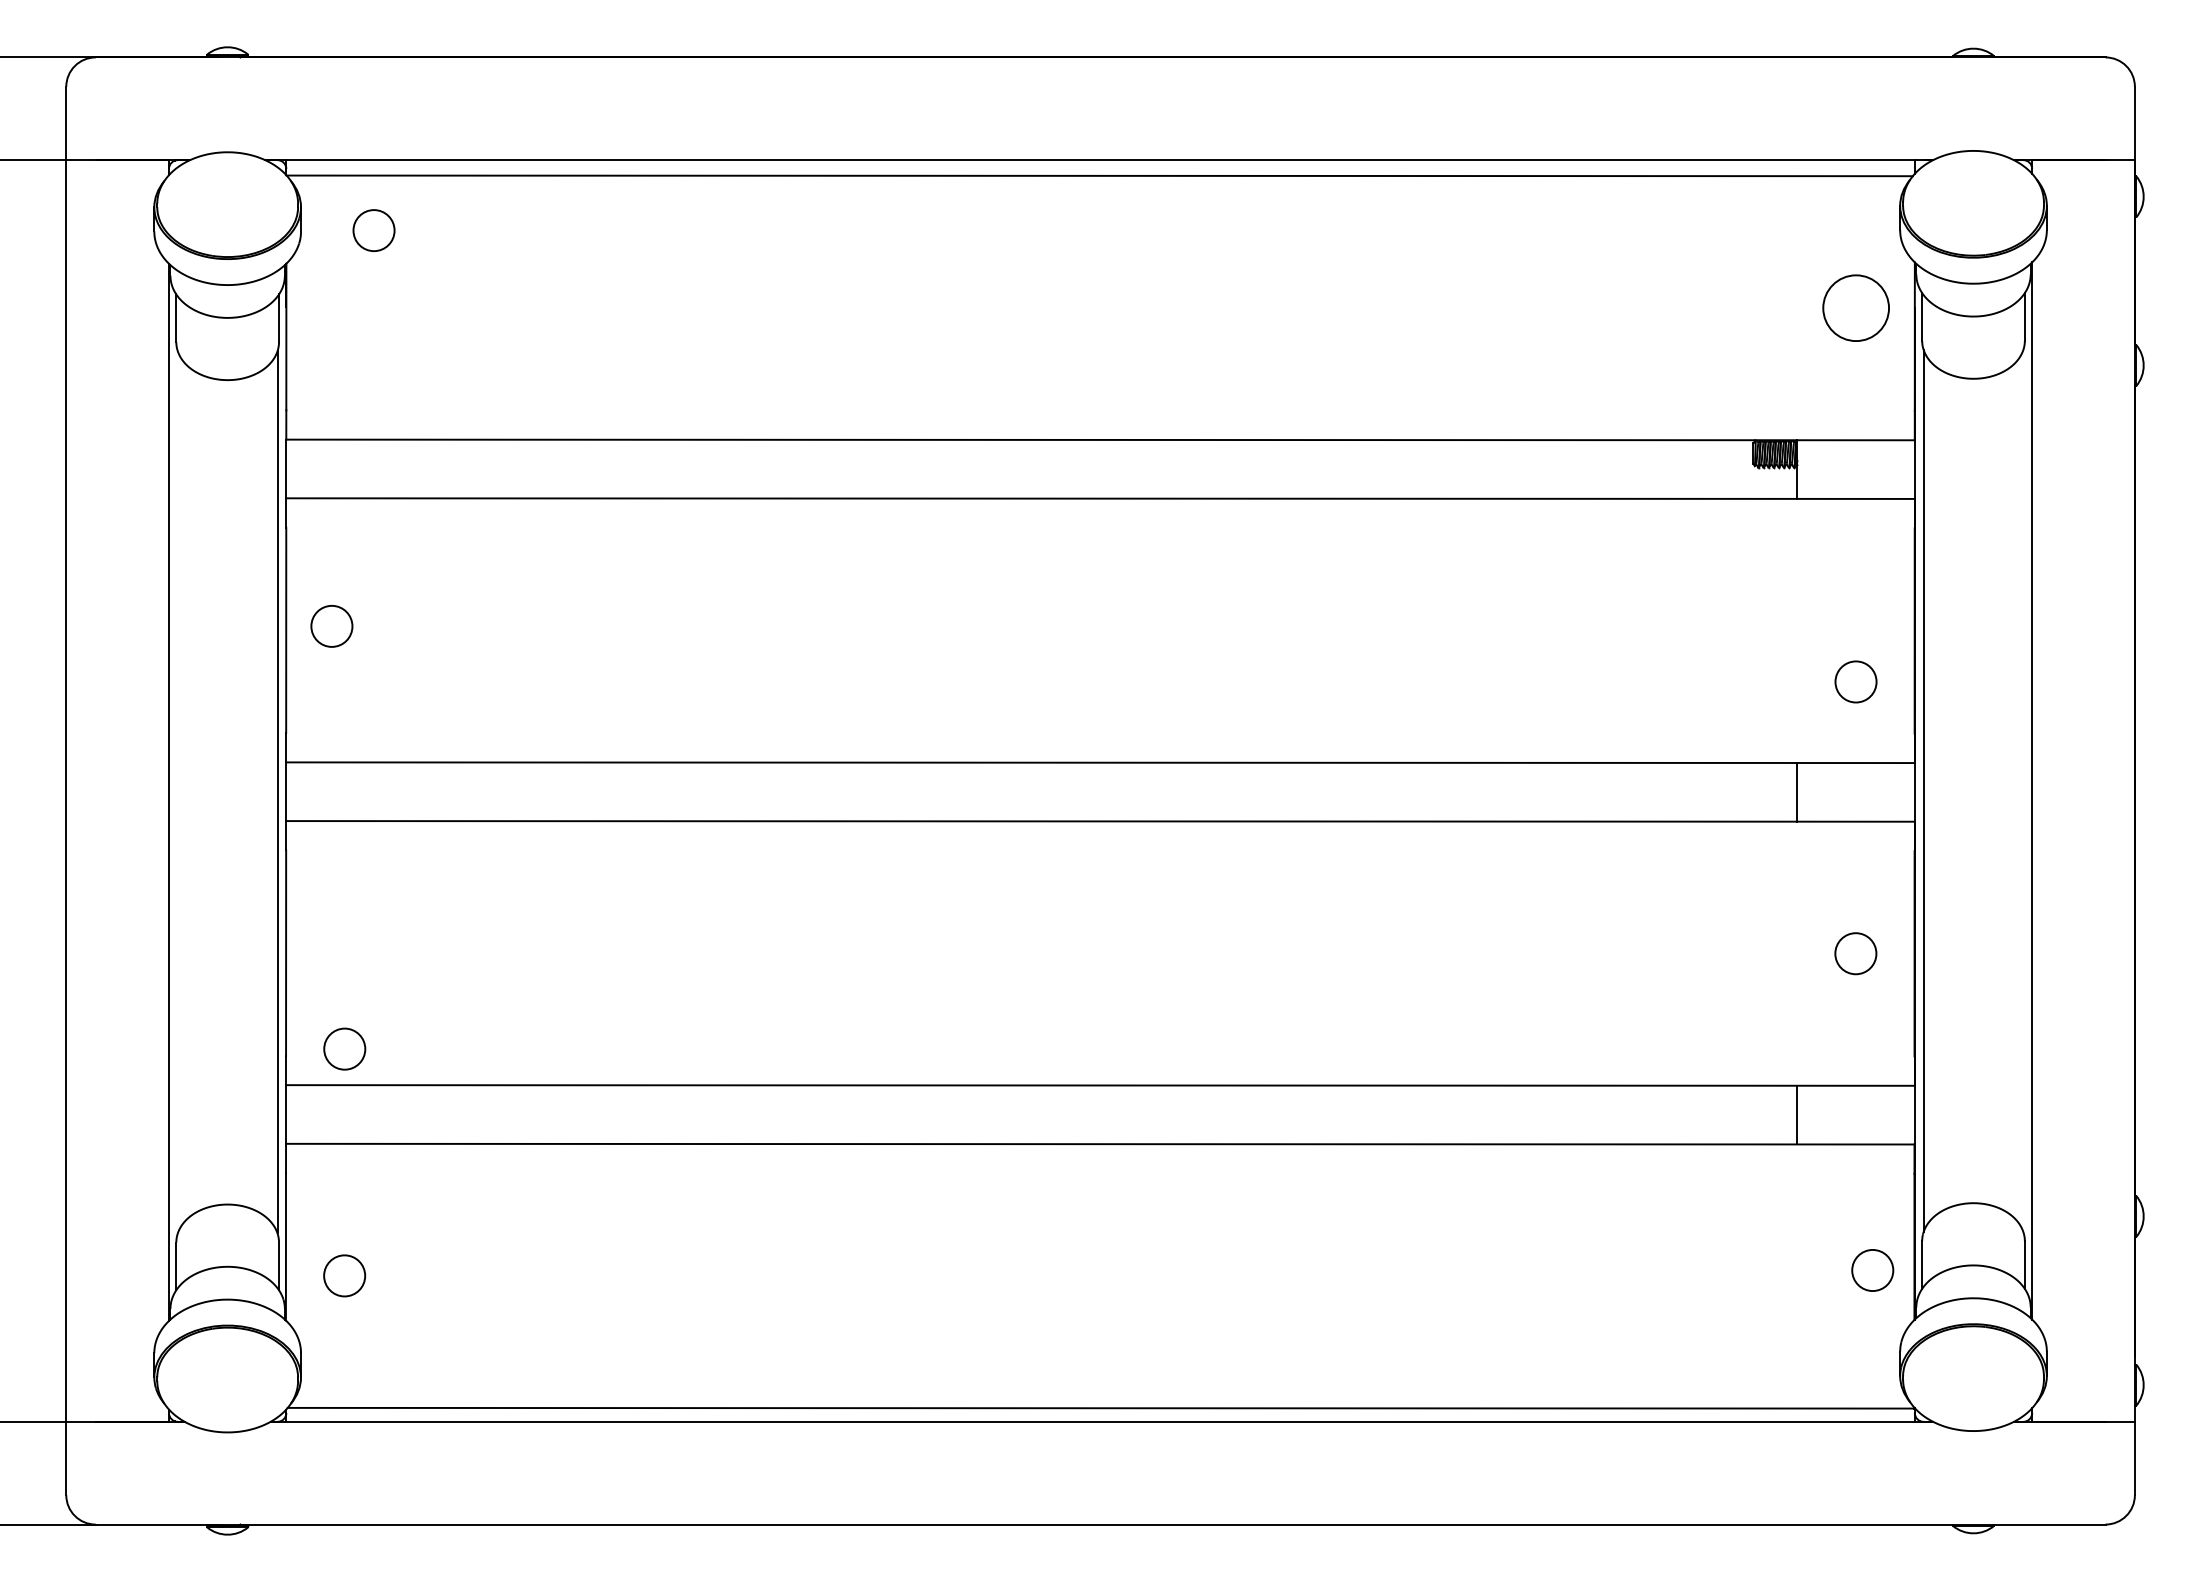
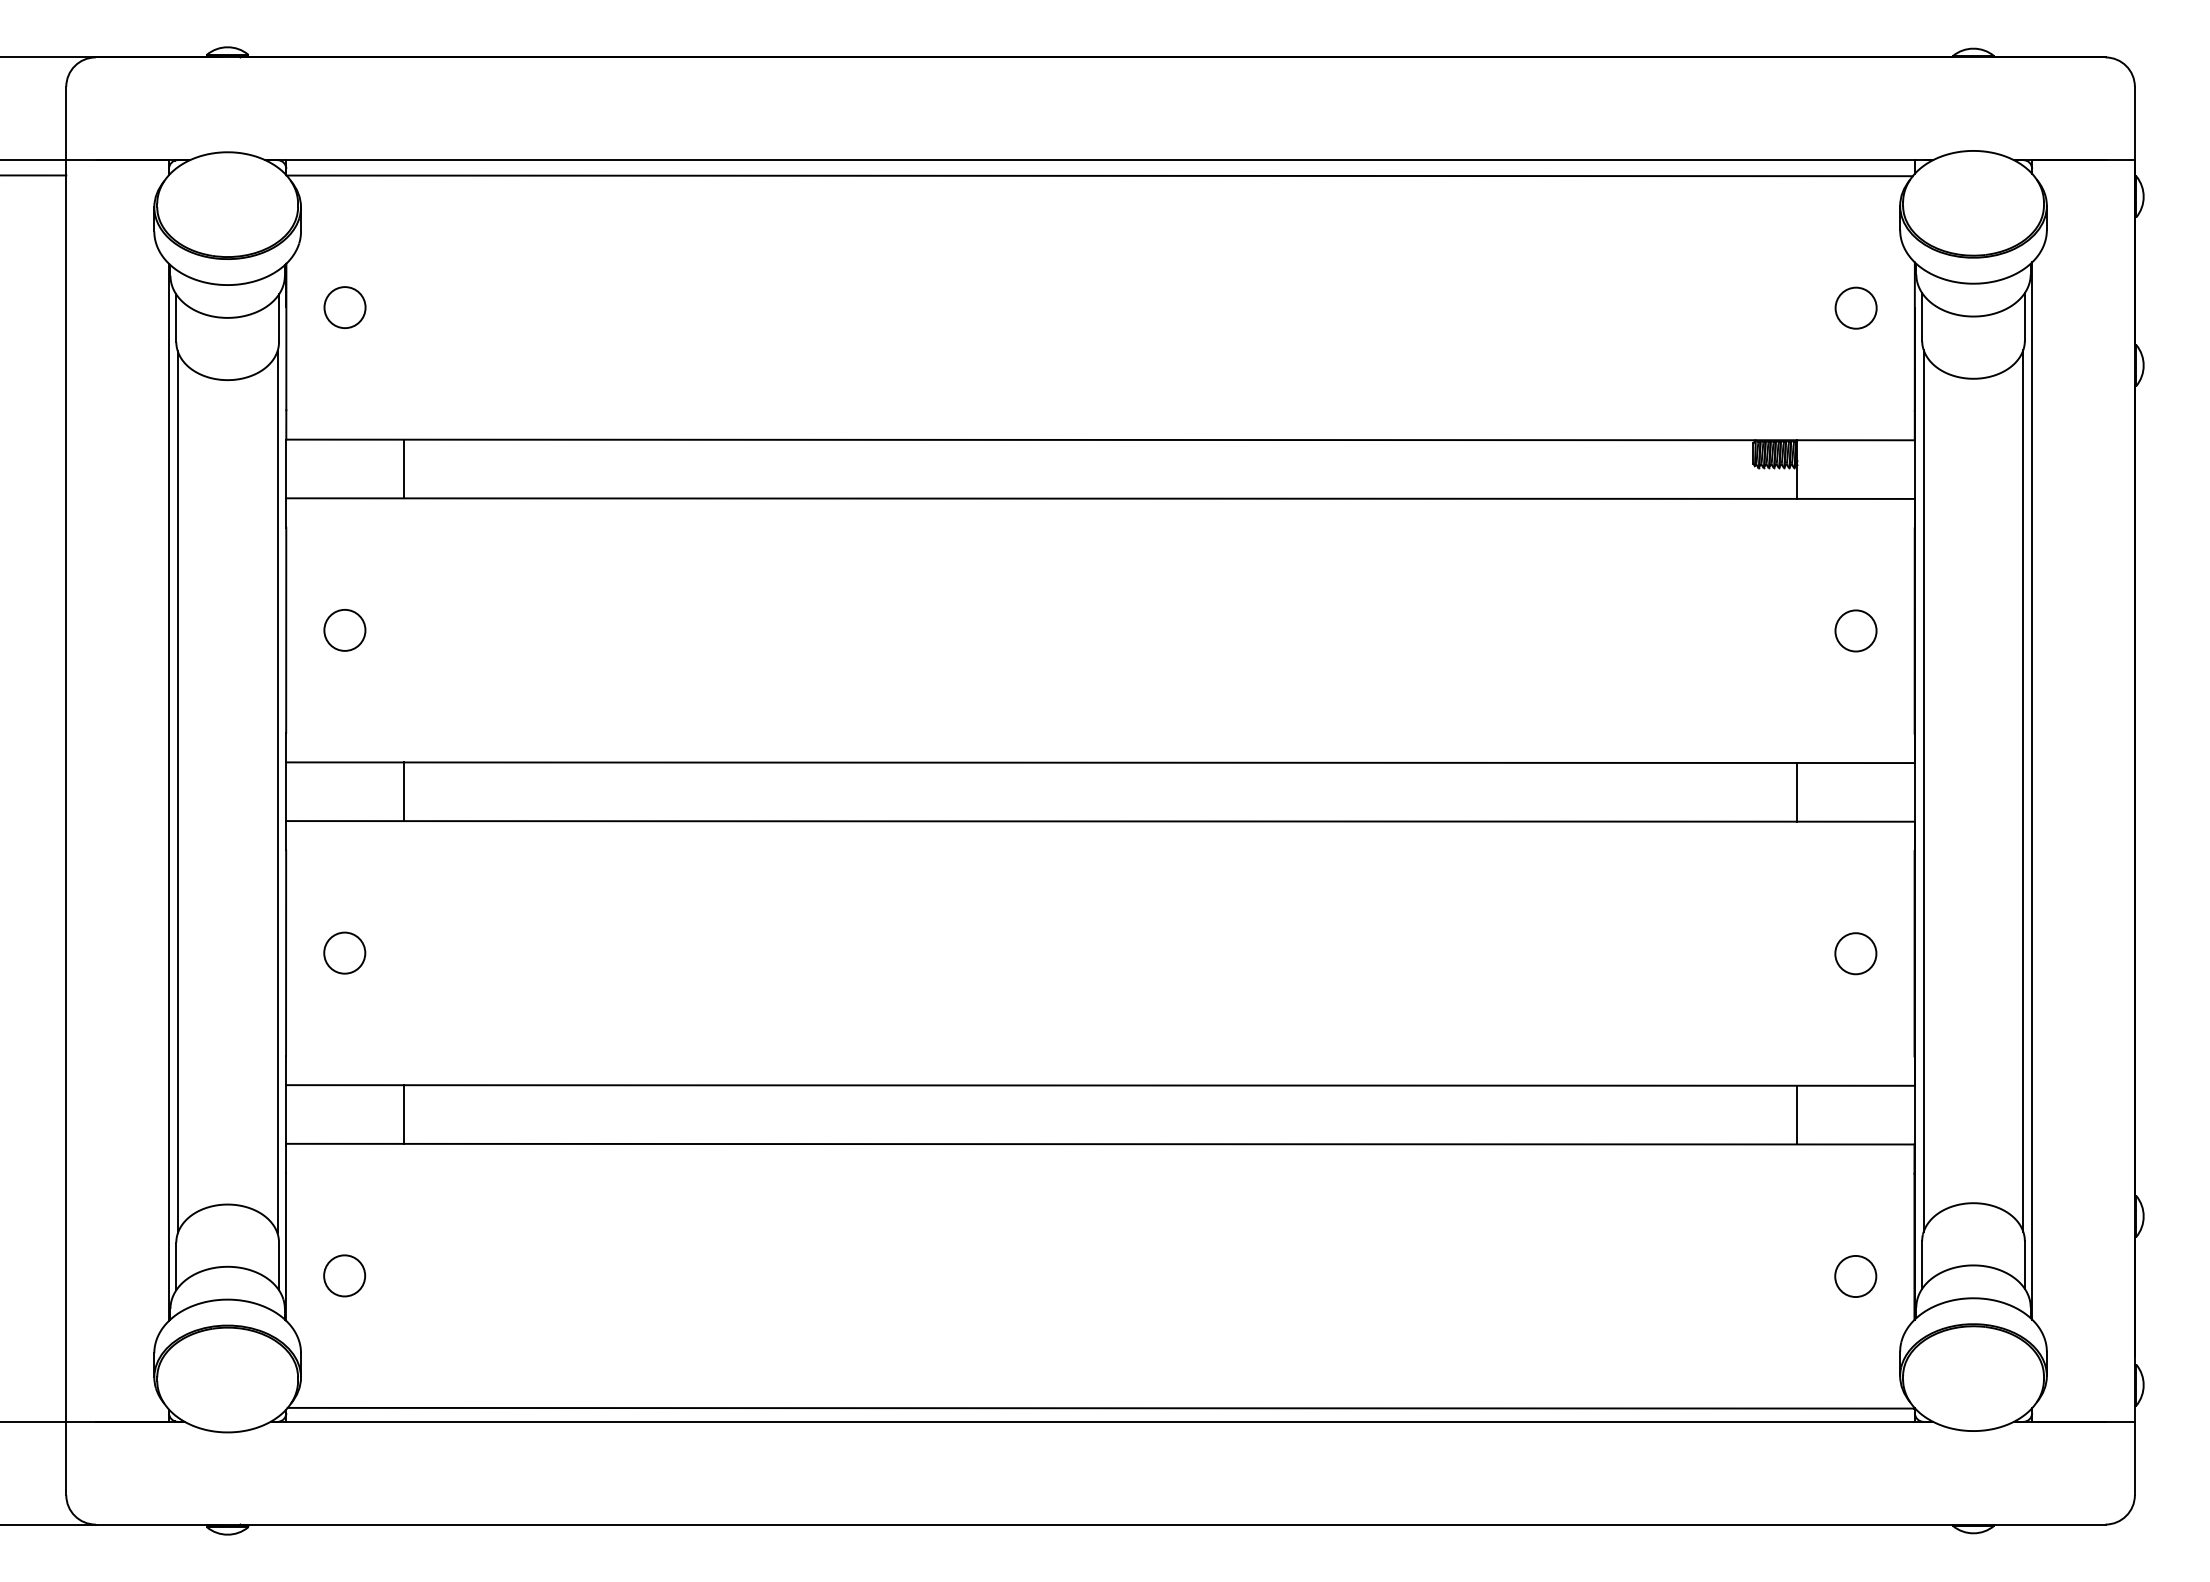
line at (34, 175): none -> present
circle at (373, 230) position: (373, 230) -> (344, 307)
circle at (1856, 308) diameter: 66 px -> 41 px
line at (403, 468): none -> present
circle at (331, 626) position: (331, 626) -> (344, 630)
circle at (1855, 681) position: (1855, 681) -> (1855, 630)
line at (2023, 790): none -> present
line at (403, 791): none -> present
line at (177, 792): none -> present
circle at (344, 1048) position: (344, 1048) -> (344, 952)
line at (403, 1114): none -> present
circle at (1872, 1270) position: (1872, 1270) -> (1855, 1276)
